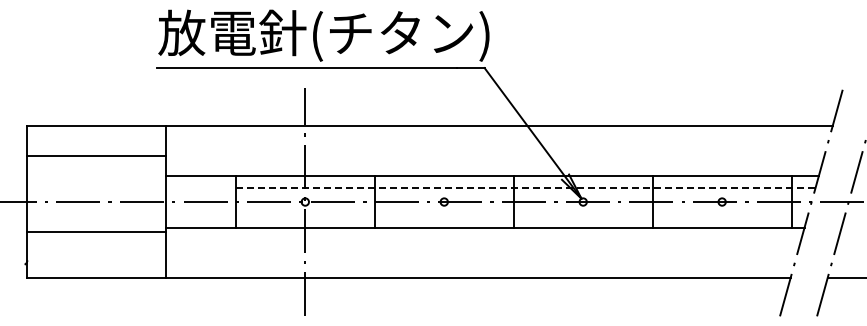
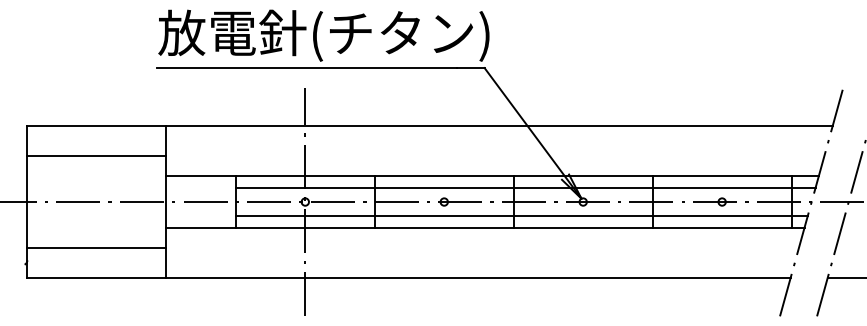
line at (525, 188): dashed -> solid
line at (521, 215): none -> present
line at (96, 232) position: (96, 232) -> (96, 248)
